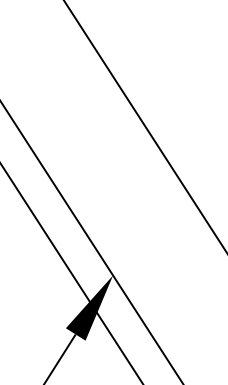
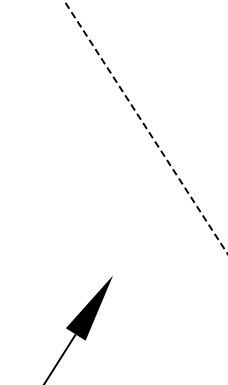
line at (145, 126): solid -> dashed
line at (91, 242): present -> none
line at (71, 273): present -> none
